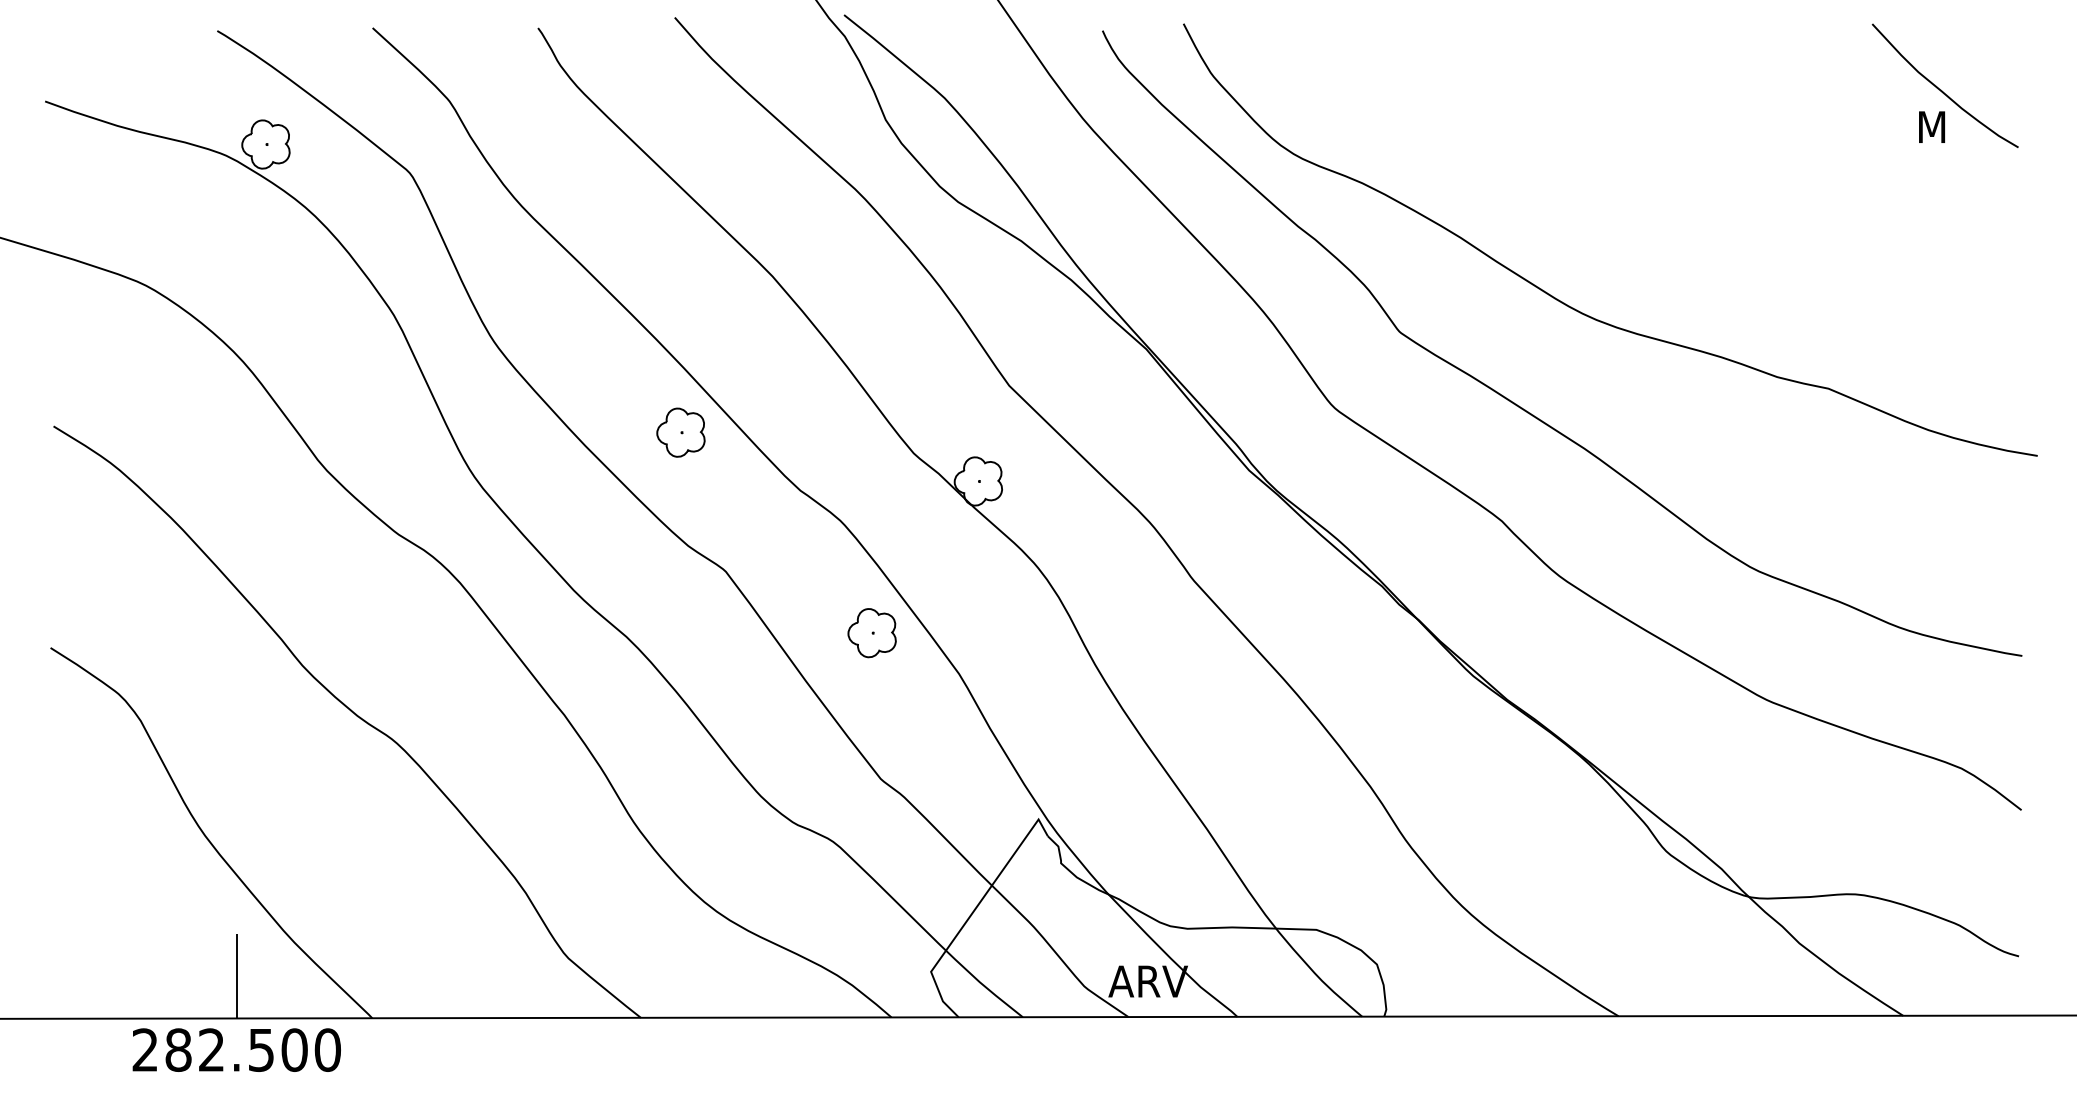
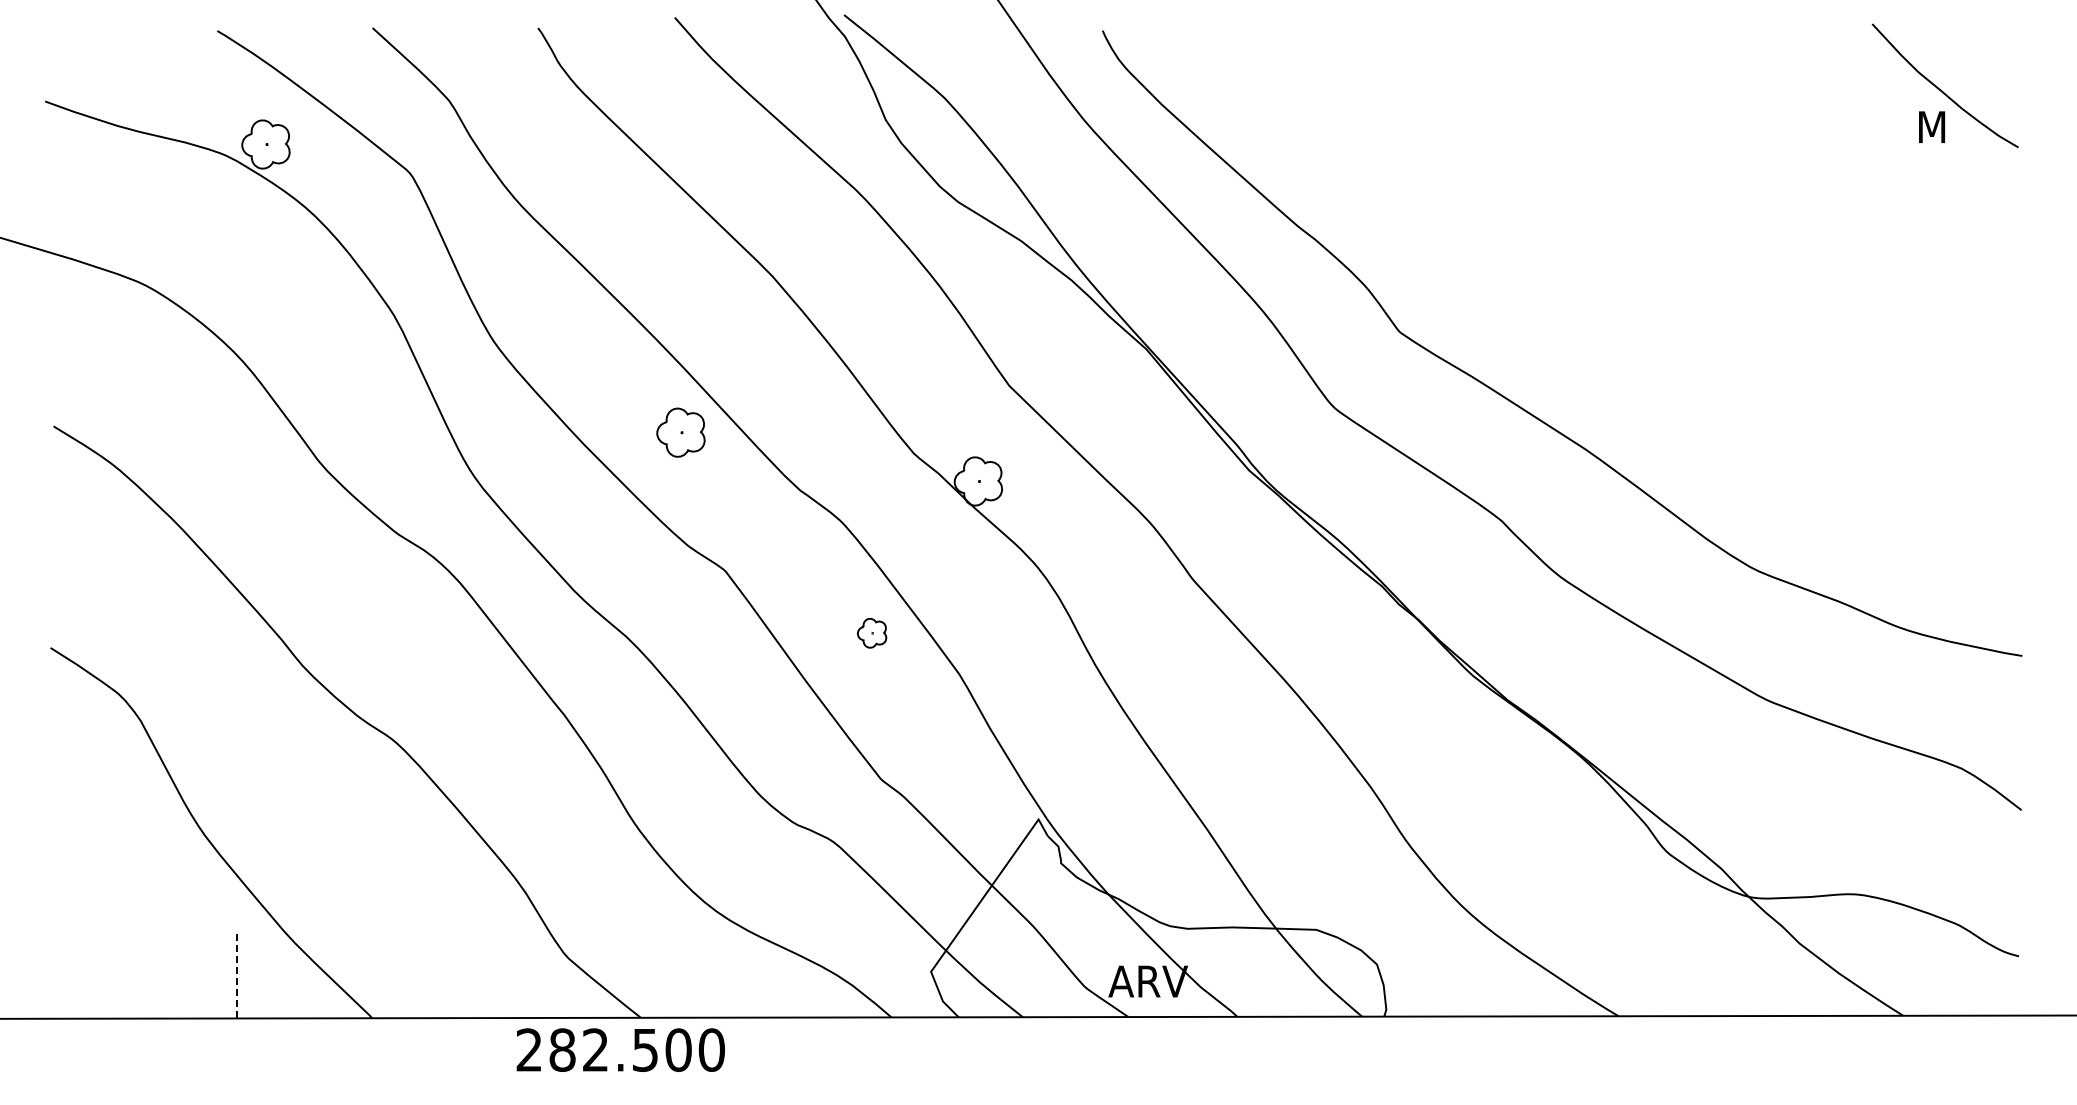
curve at (1575, 308): present -> none
part at (871, 633) size: 50x51 px -> 31x31 px
line at (236, 975): solid -> dashed
text at (236, 1049) position: (236, 1049) -> (620, 1049)
